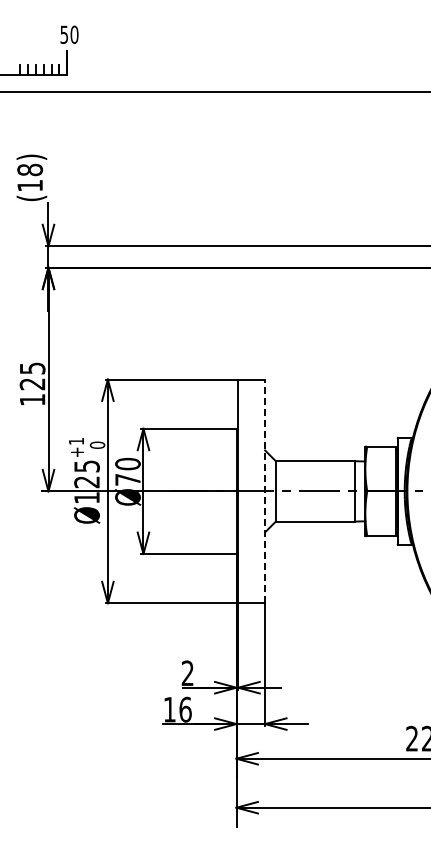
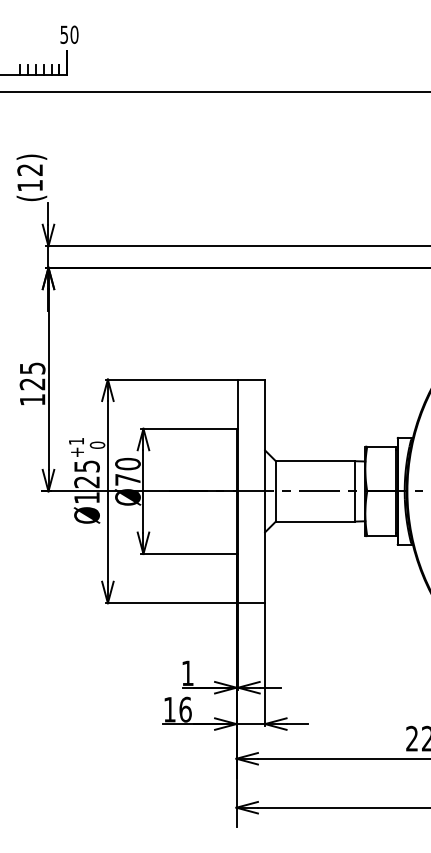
text at (30, 169): (18) -> (12)
line at (265, 491): dashed -> solid
text at (187, 672): 2 -> 1
